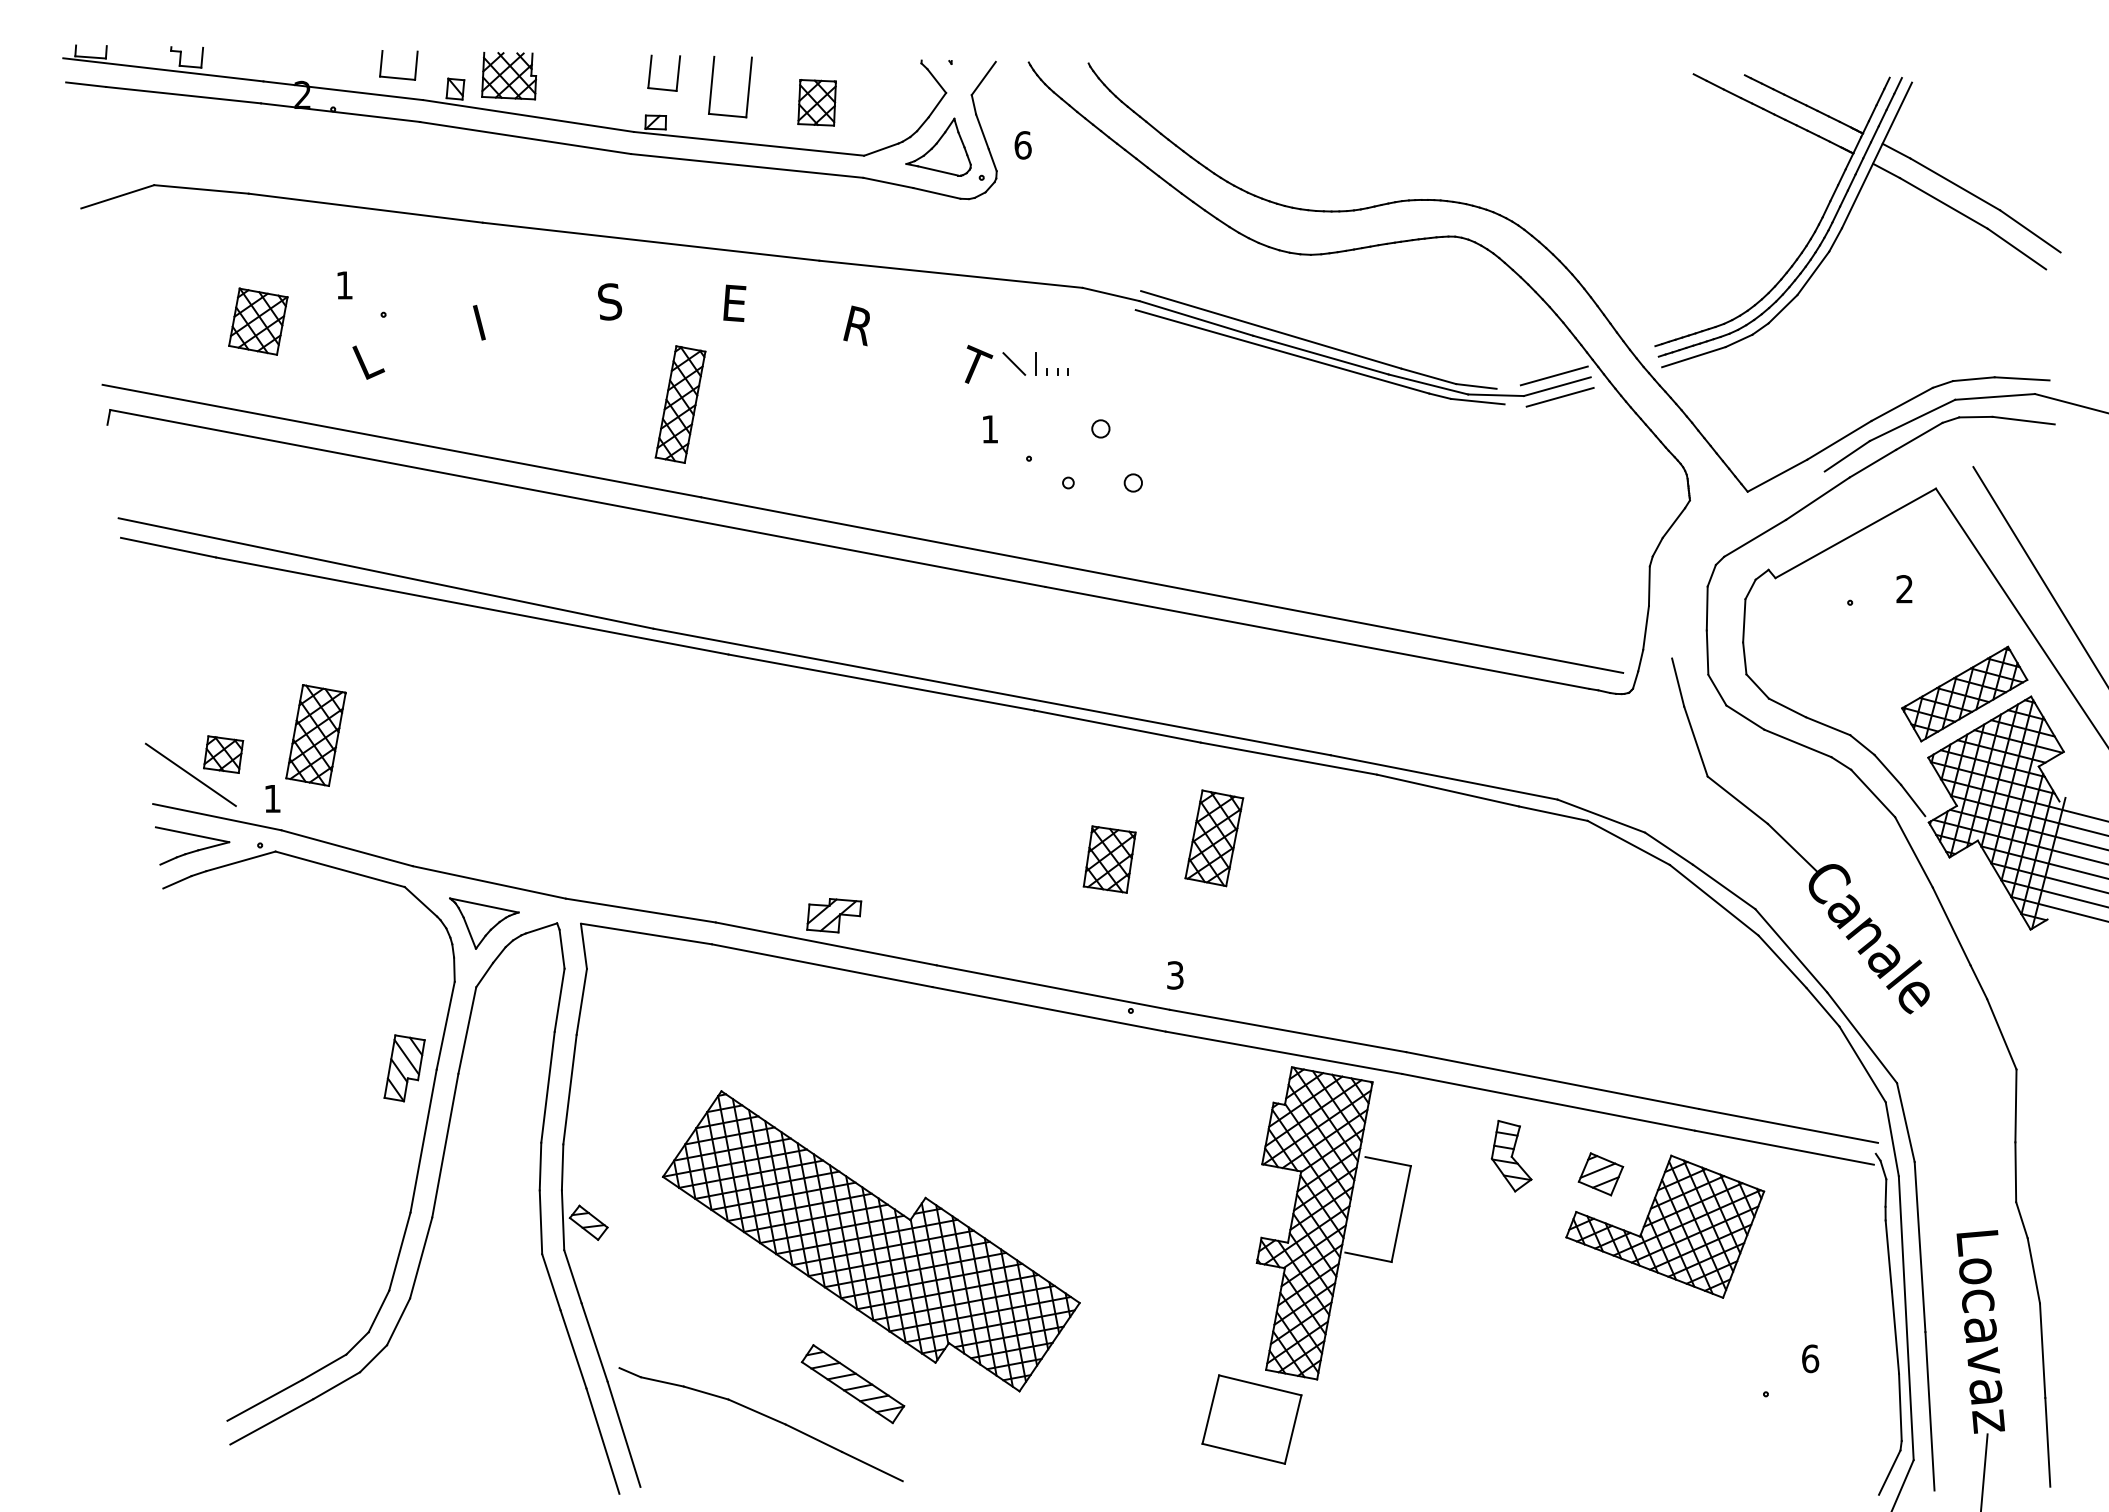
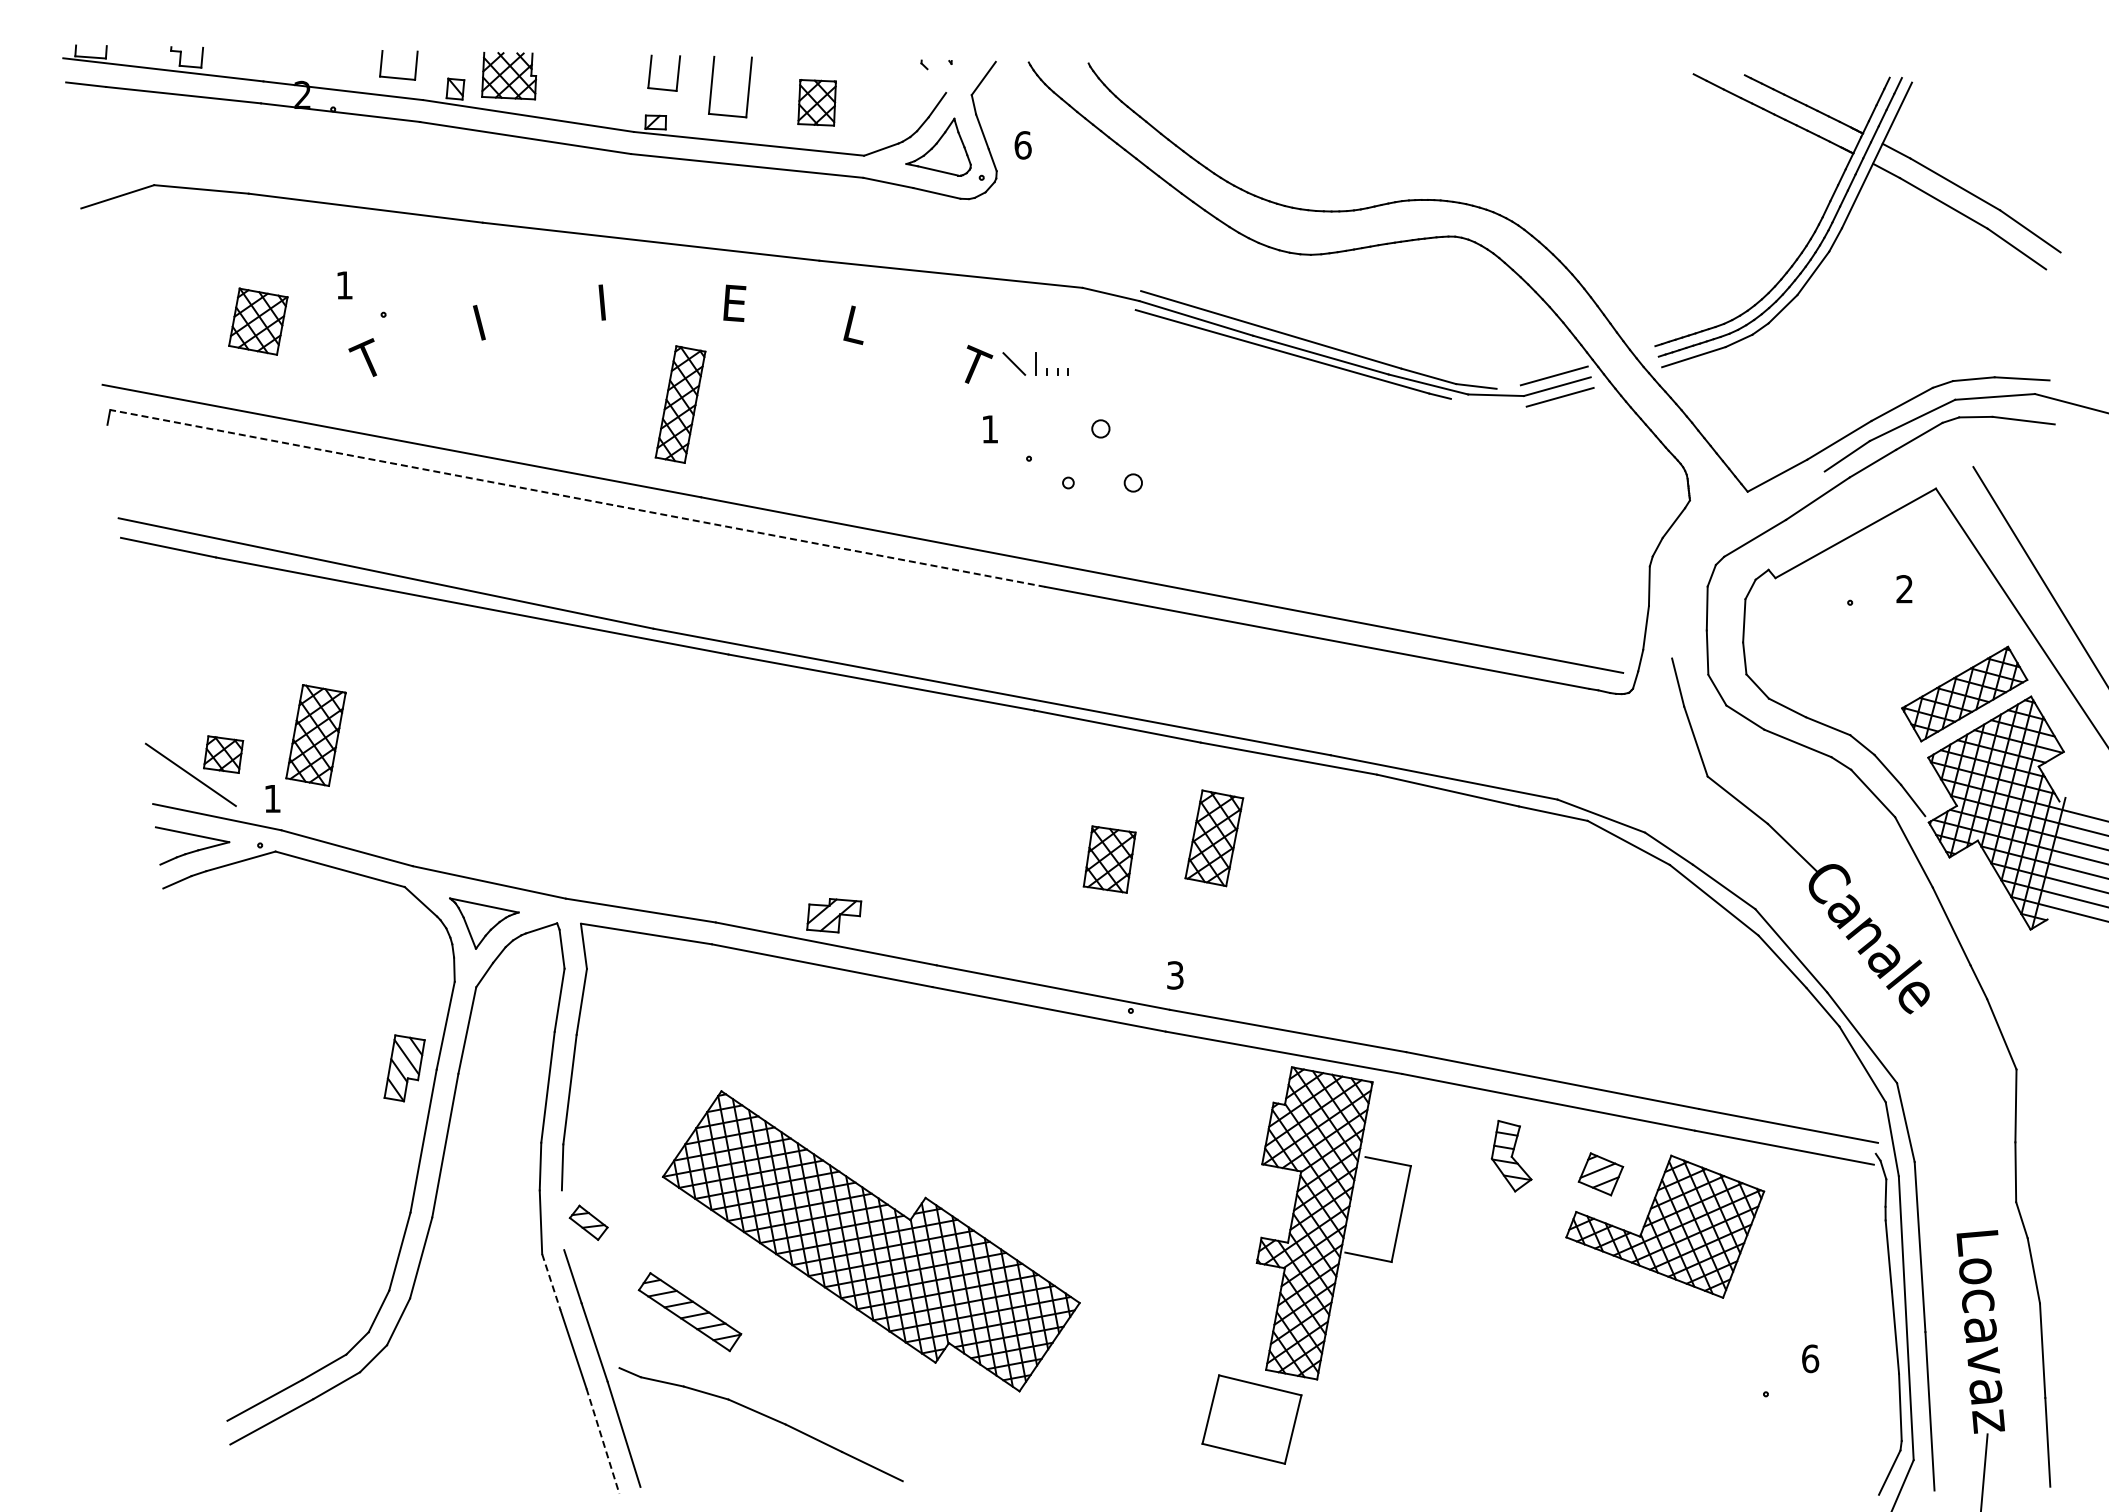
line at (936, 80): present -> none
text at (610, 301): S -> I
text at (858, 326): R -> L
text at (366, 358): L -> T
line at (1477, 401): present -> none
line at (577, 498): solid -> dashed
line at (562, 1220): present -> none
line at (551, 1282): solid -> dashed
part at (852, 1384) position: (852, 1384) -> (689, 1312)
line at (603, 1441): solid -> dashed
